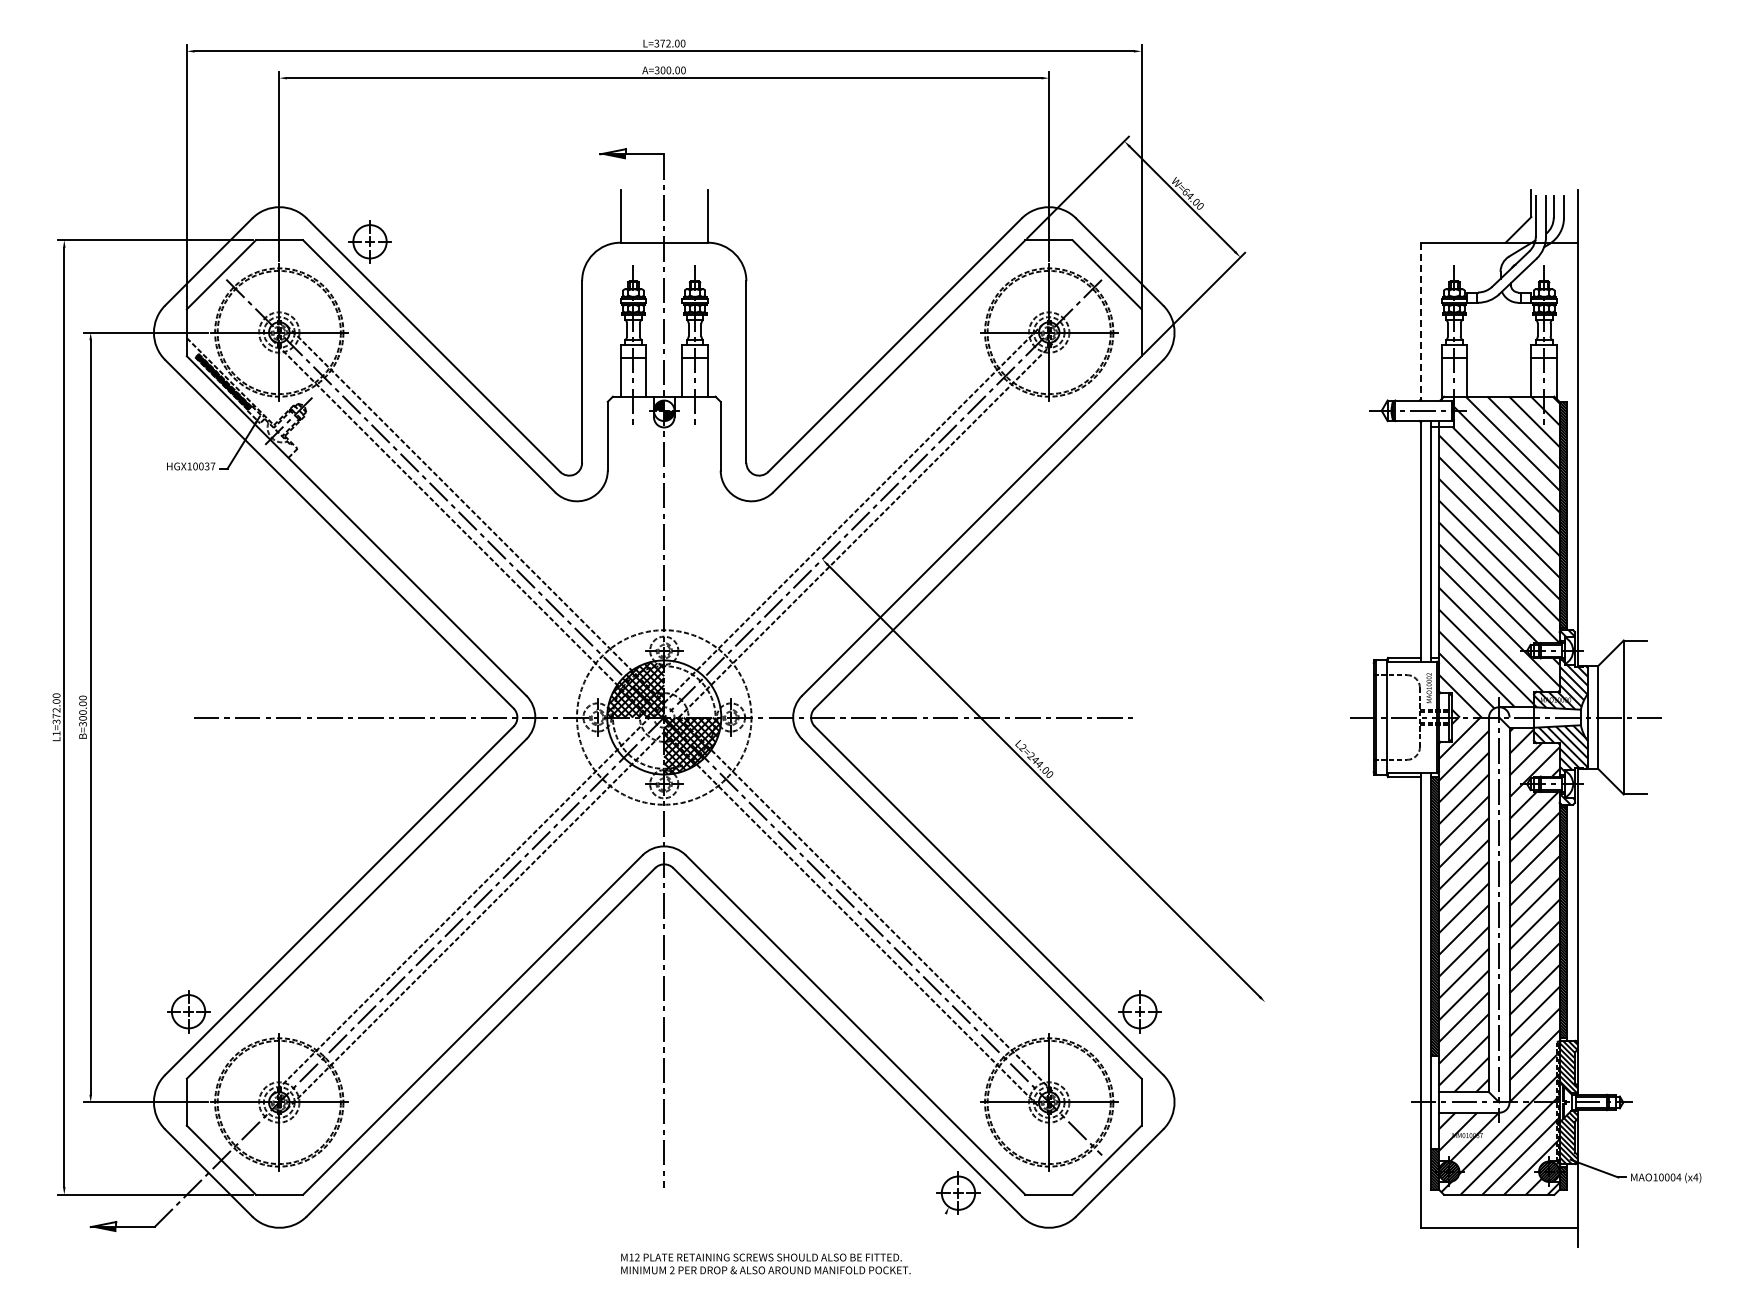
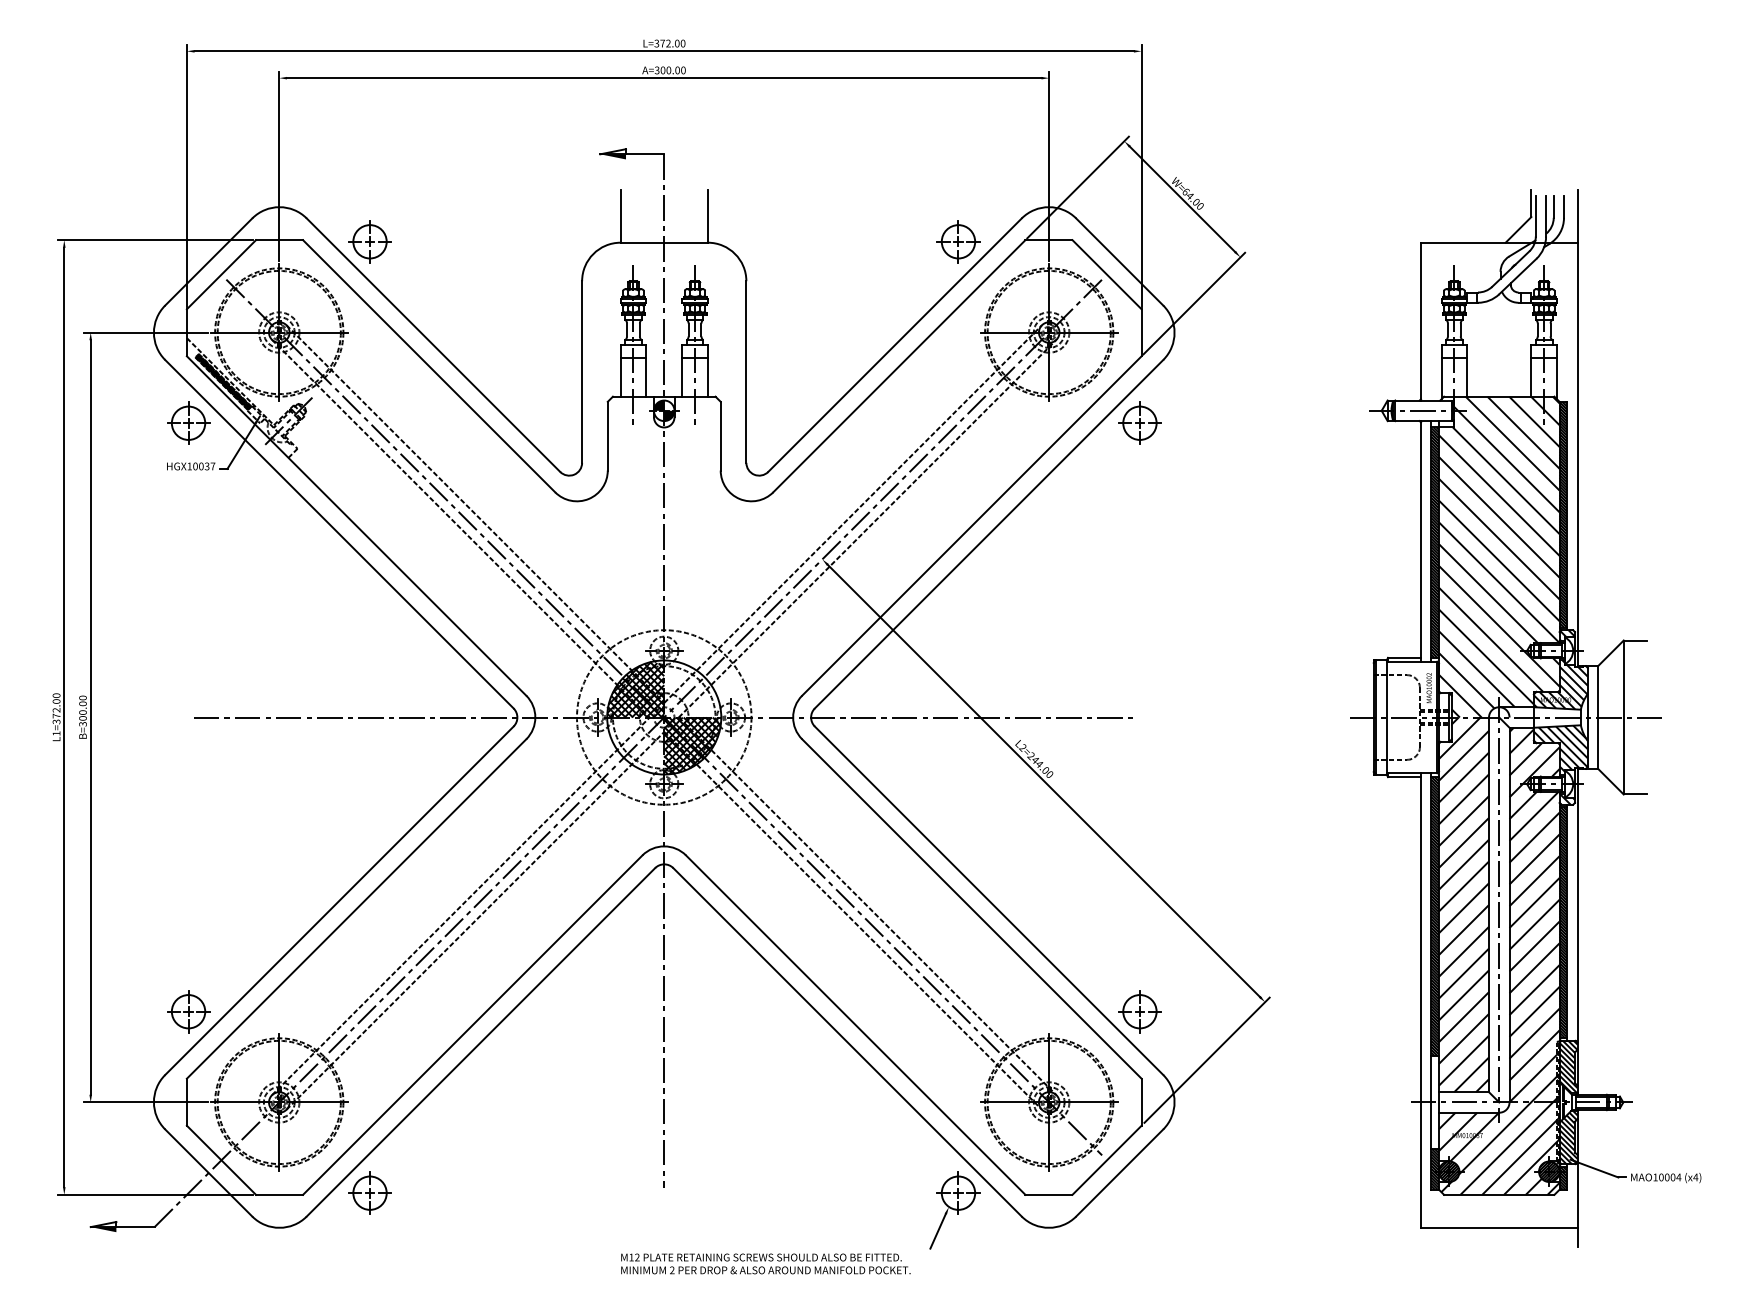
part at (958, 241): none -> present
line at (1421, 321): dashed -> solid
part at (188, 422): none -> present
part at (1139, 422): none -> present
hatch at (1434, 542): none -> present
line at (1206, 1059): none -> present
part at (369, 1192): none -> present
line at (937, 1231): none -> present
